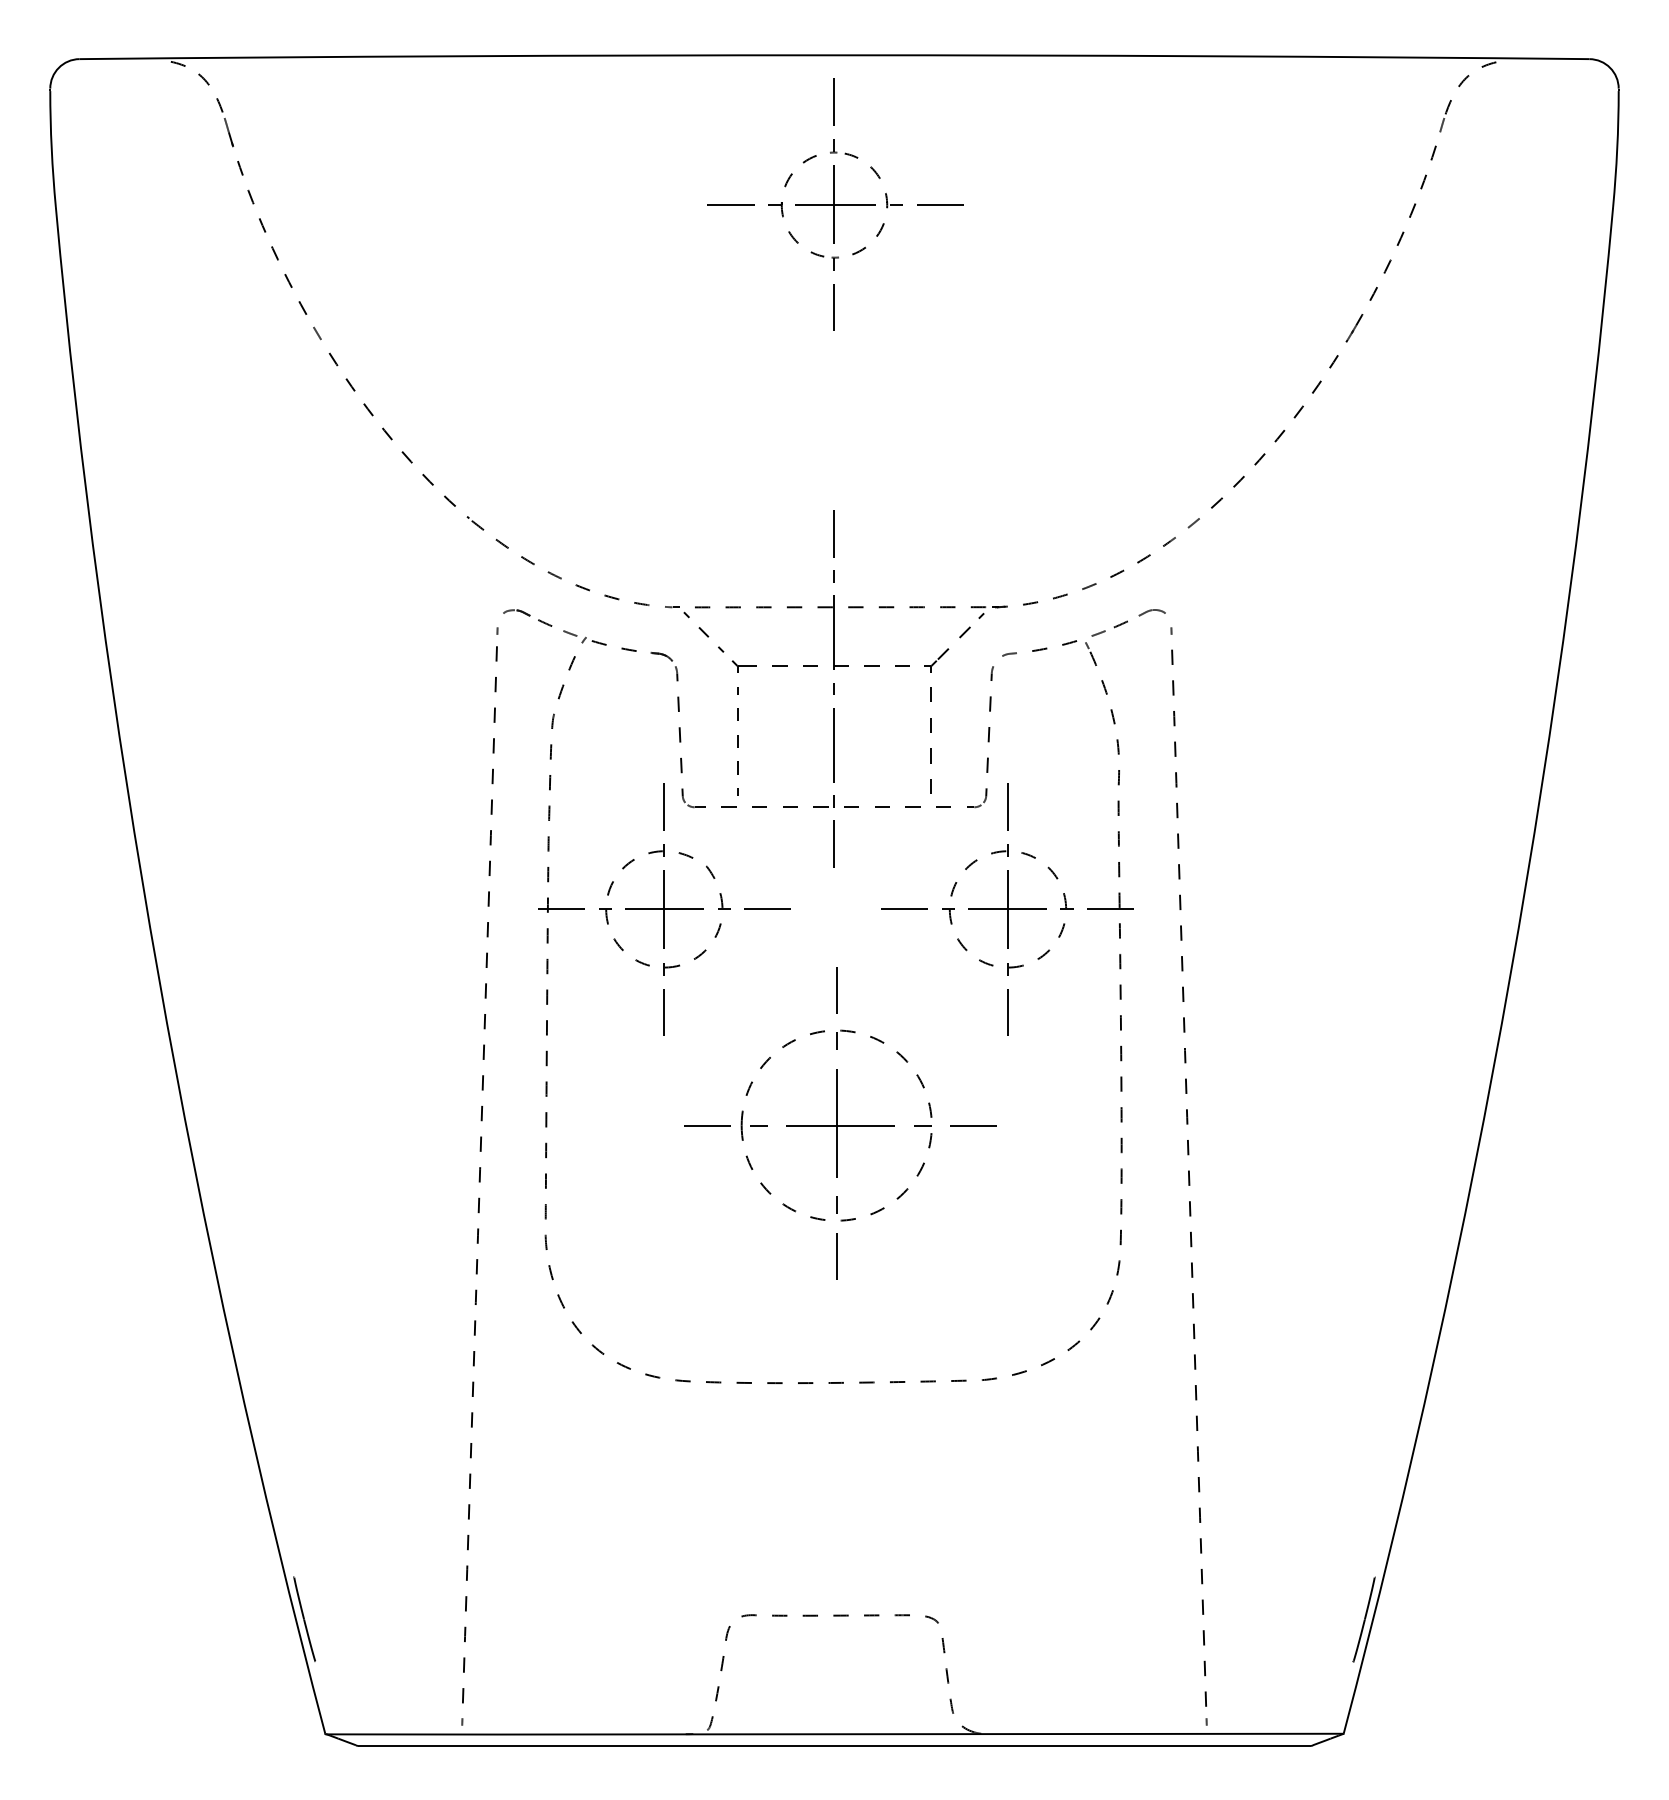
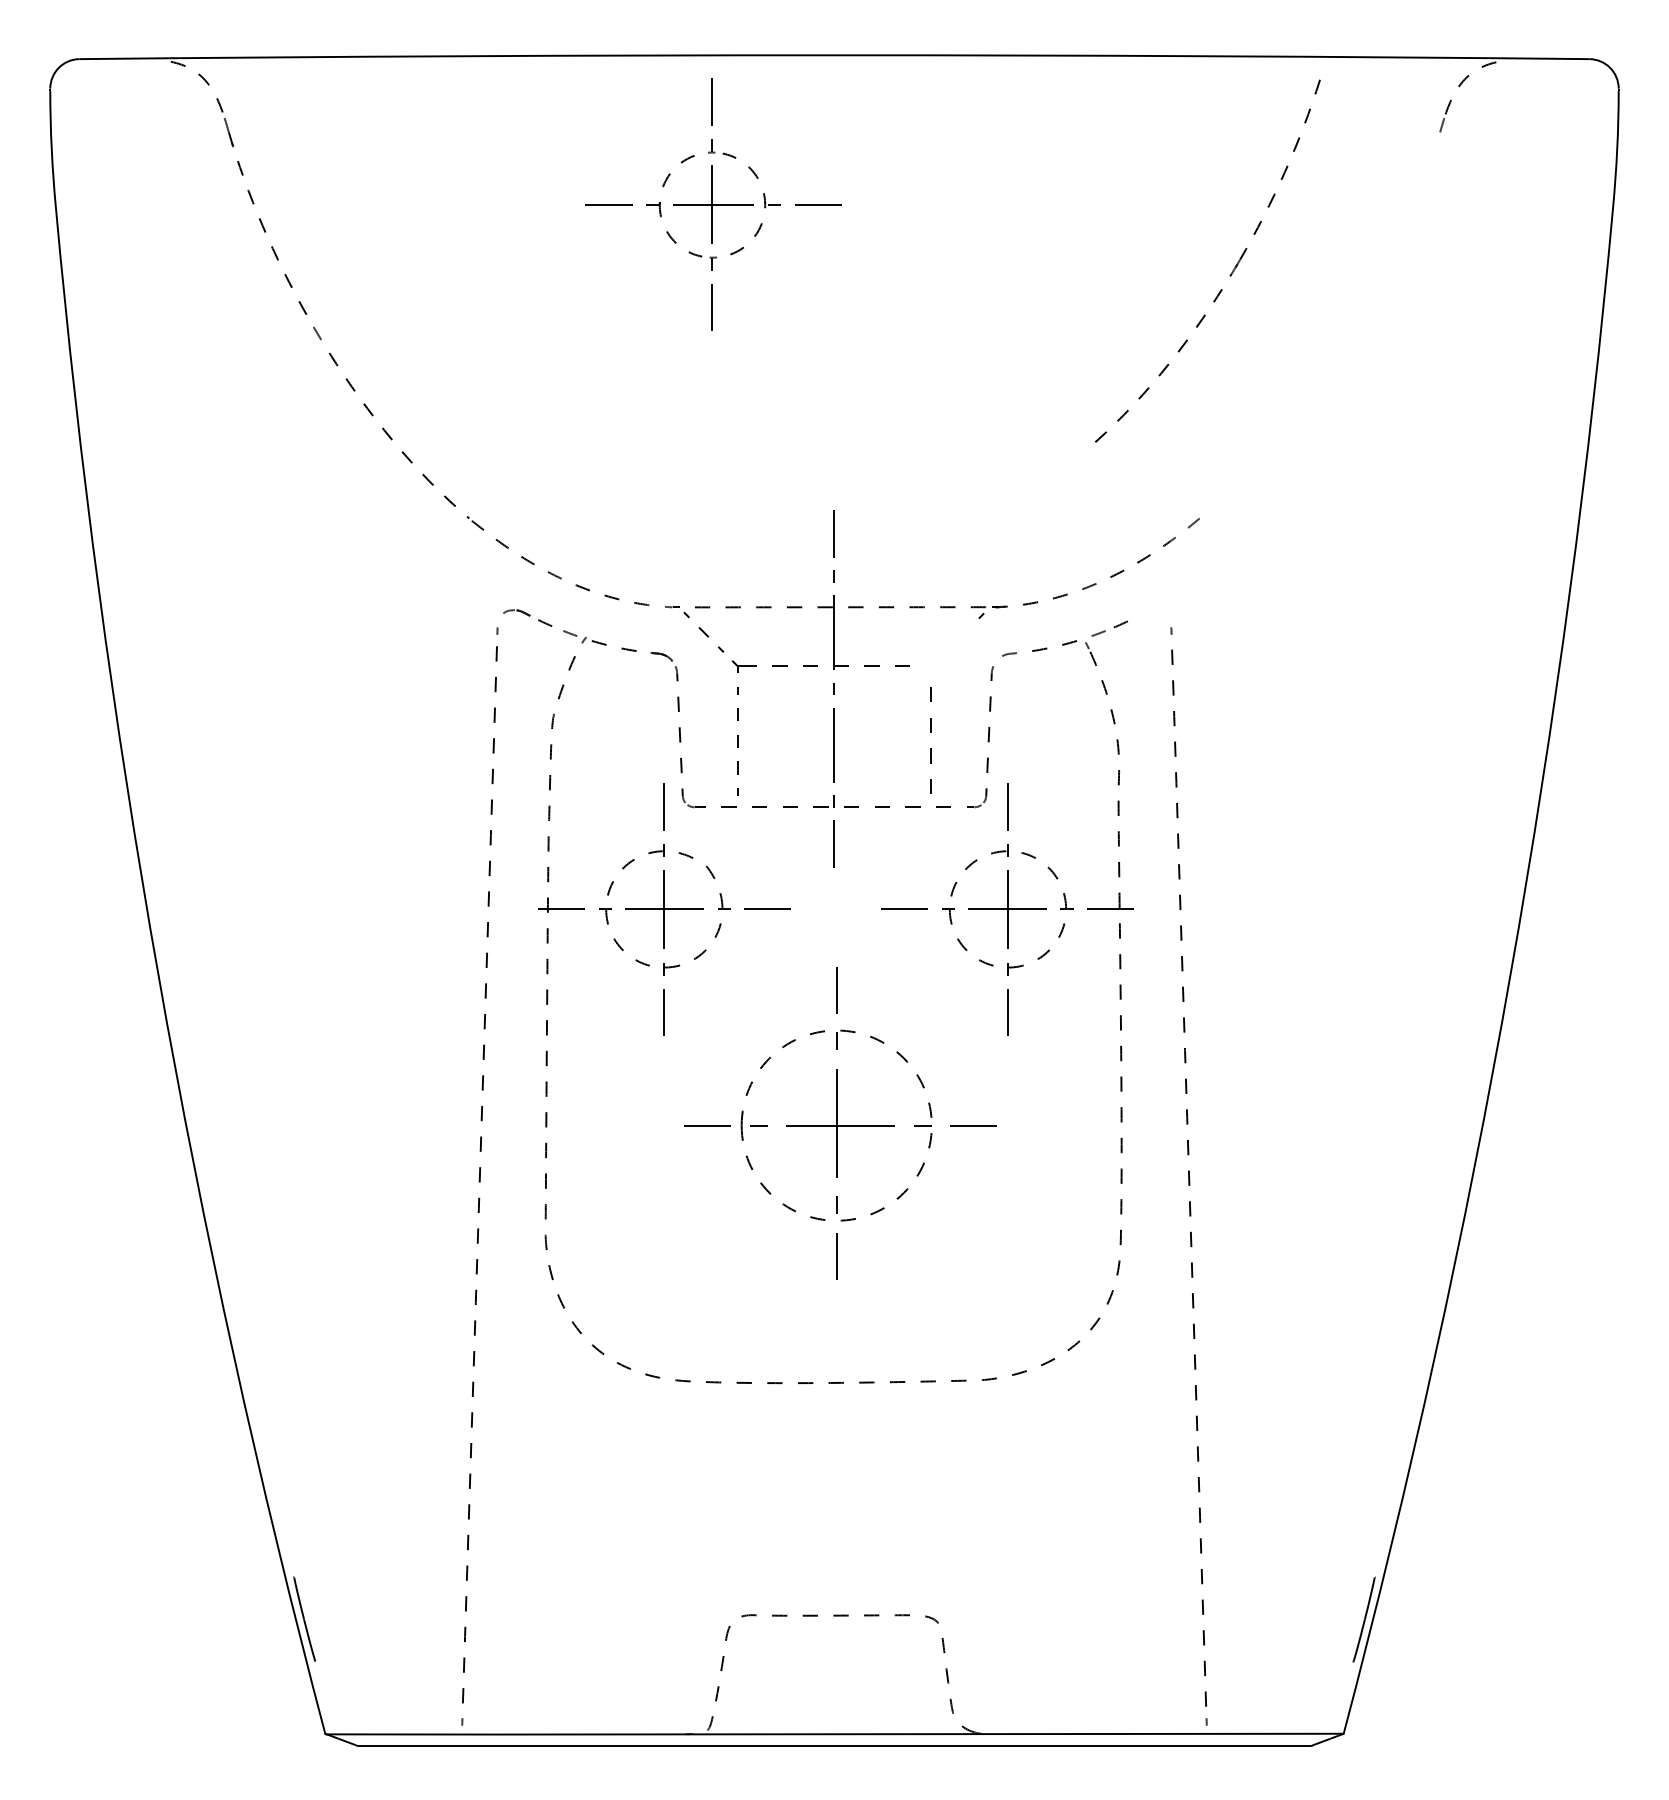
part at (835, 204) position: (835, 204) -> (713, 204)
part at (1346, 339) position: (1346, 339) -> (1230, 273)
part at (1151, 612): present -> none
part at (947, 649): present -> none
